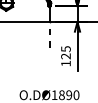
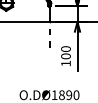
text at (65, 52): 125 -> 100
